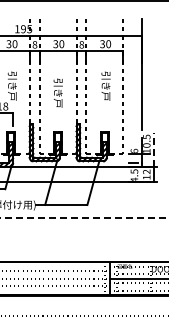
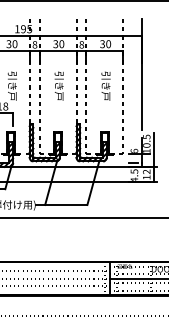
text at (57, 92) position: (57, 92) -> (58, 85)
line at (154, 150): dashed -> solid
line at (84, 218): dashed -> solid
